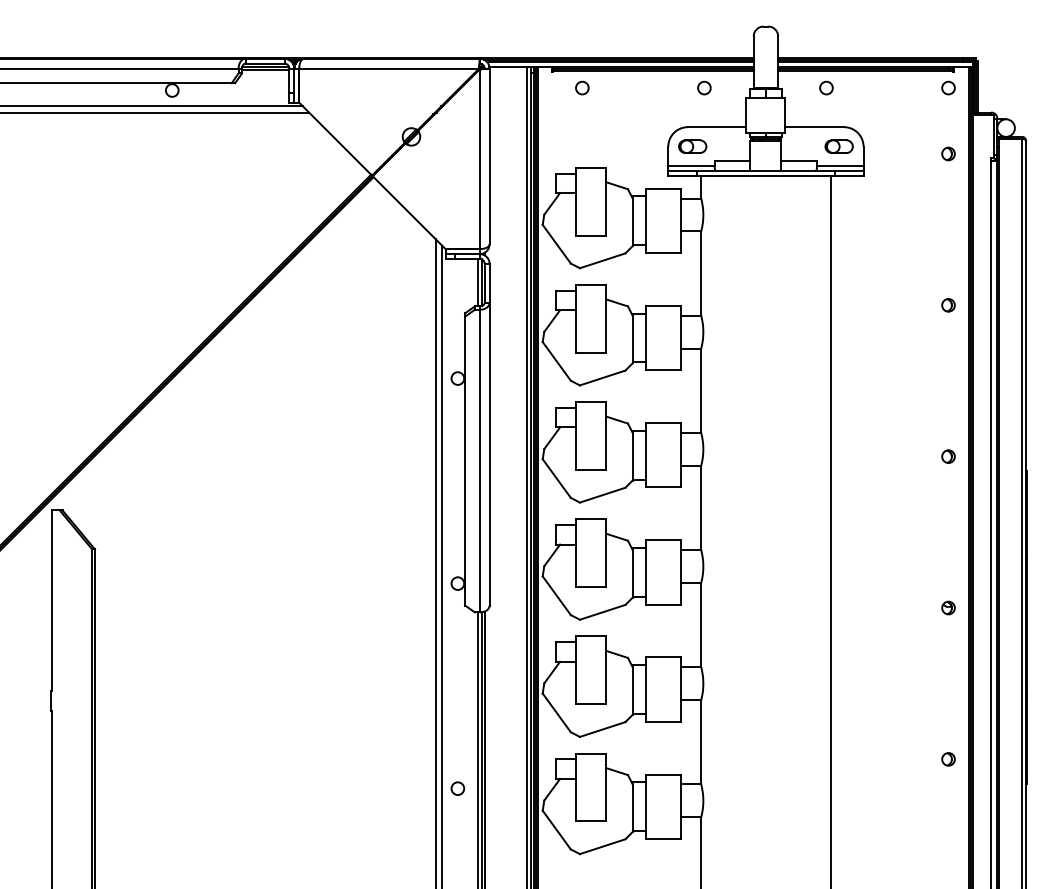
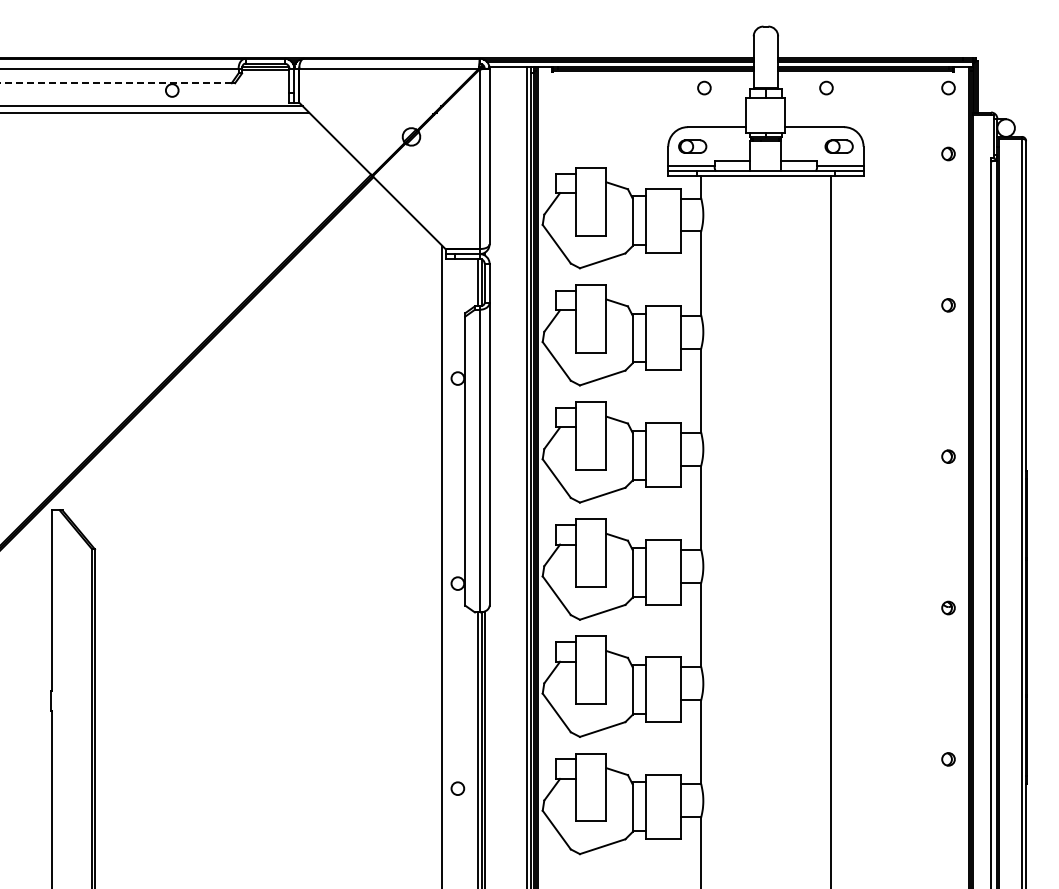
line at (115, 83): solid -> dashed
circle at (582, 87): present -> none
line at (435, 562): present -> none
